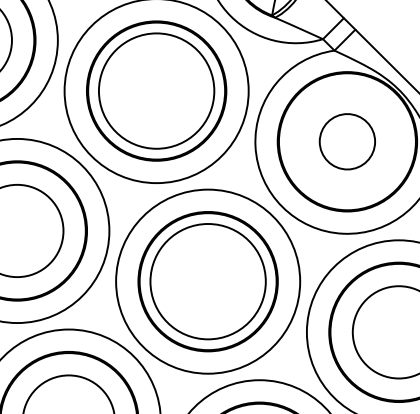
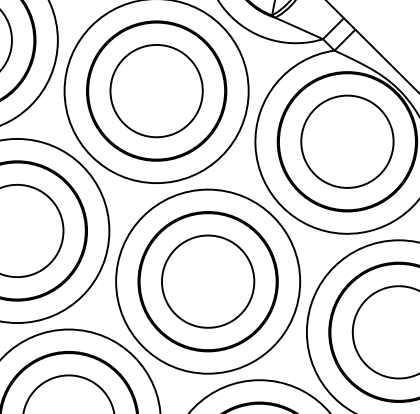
circle at (156, 90) diameter: 115 px -> 92 px
circle at (347, 141) diameter: 55 px -> 92 px
circle at (207, 281) diameter: 115 px -> 92 px
